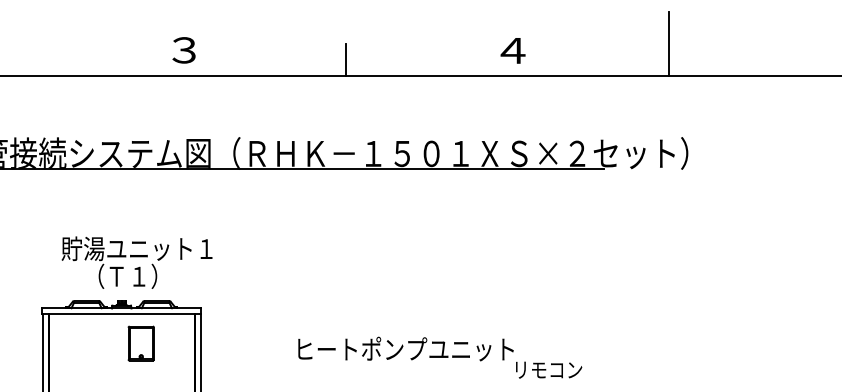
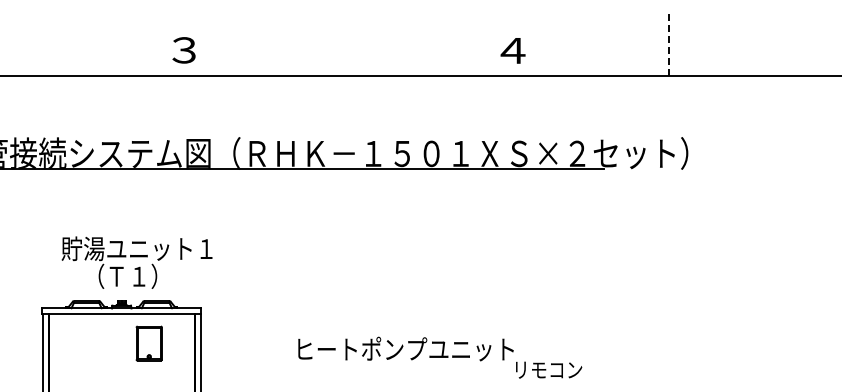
line at (668, 43): solid -> dashed
line at (346, 59): present -> none
part at (140, 343) position: (140, 343) -> (148, 343)
